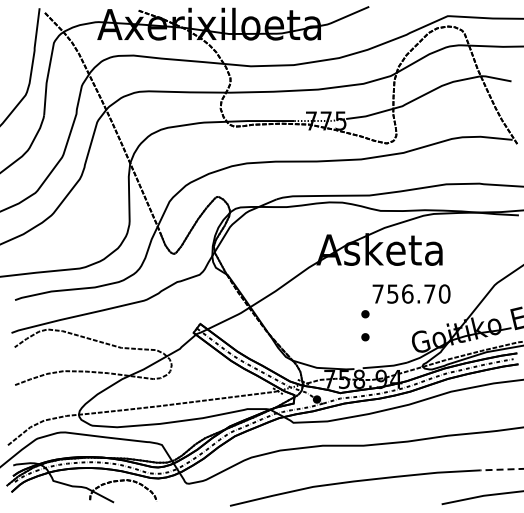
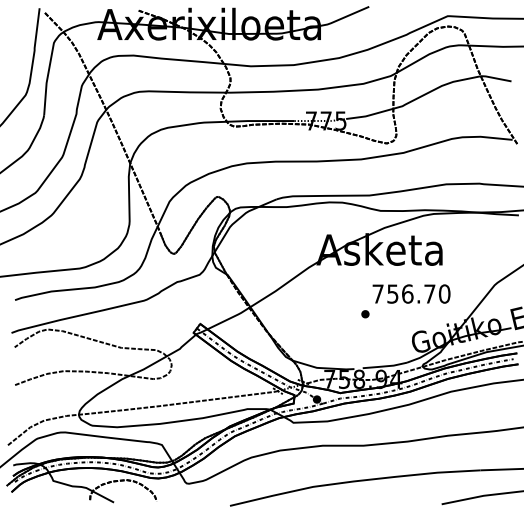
part at (365, 337): present -> none
line at (501, 469): dashed -> solid
